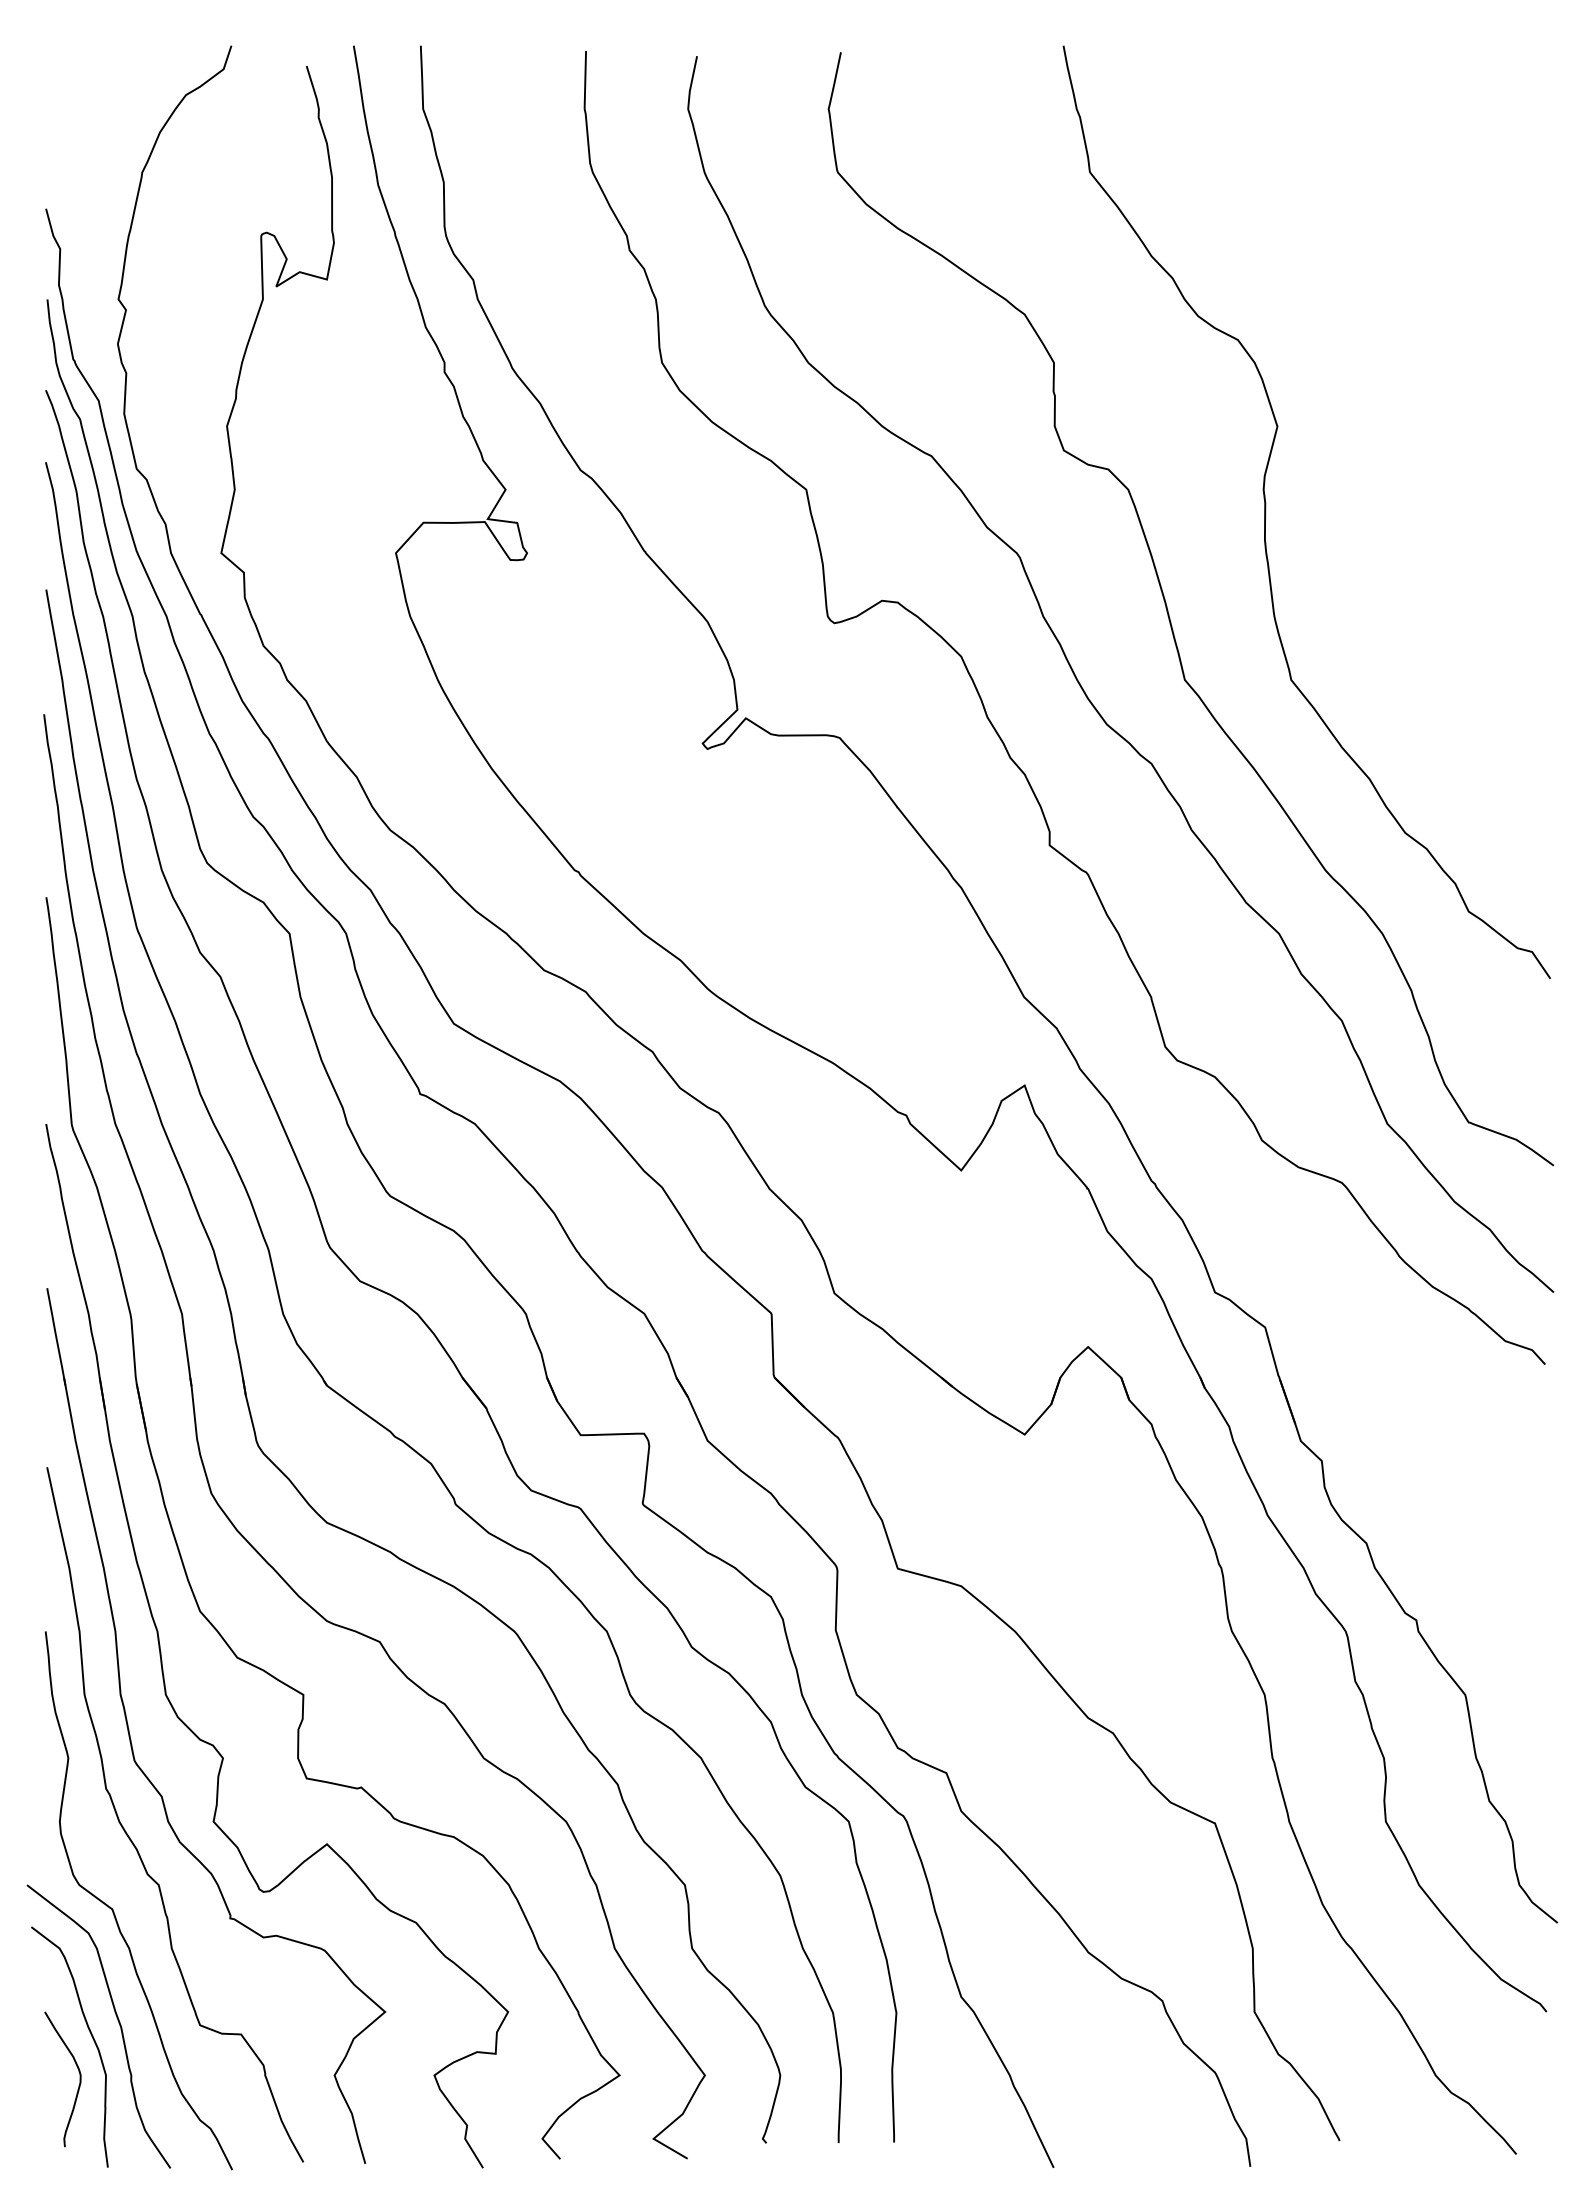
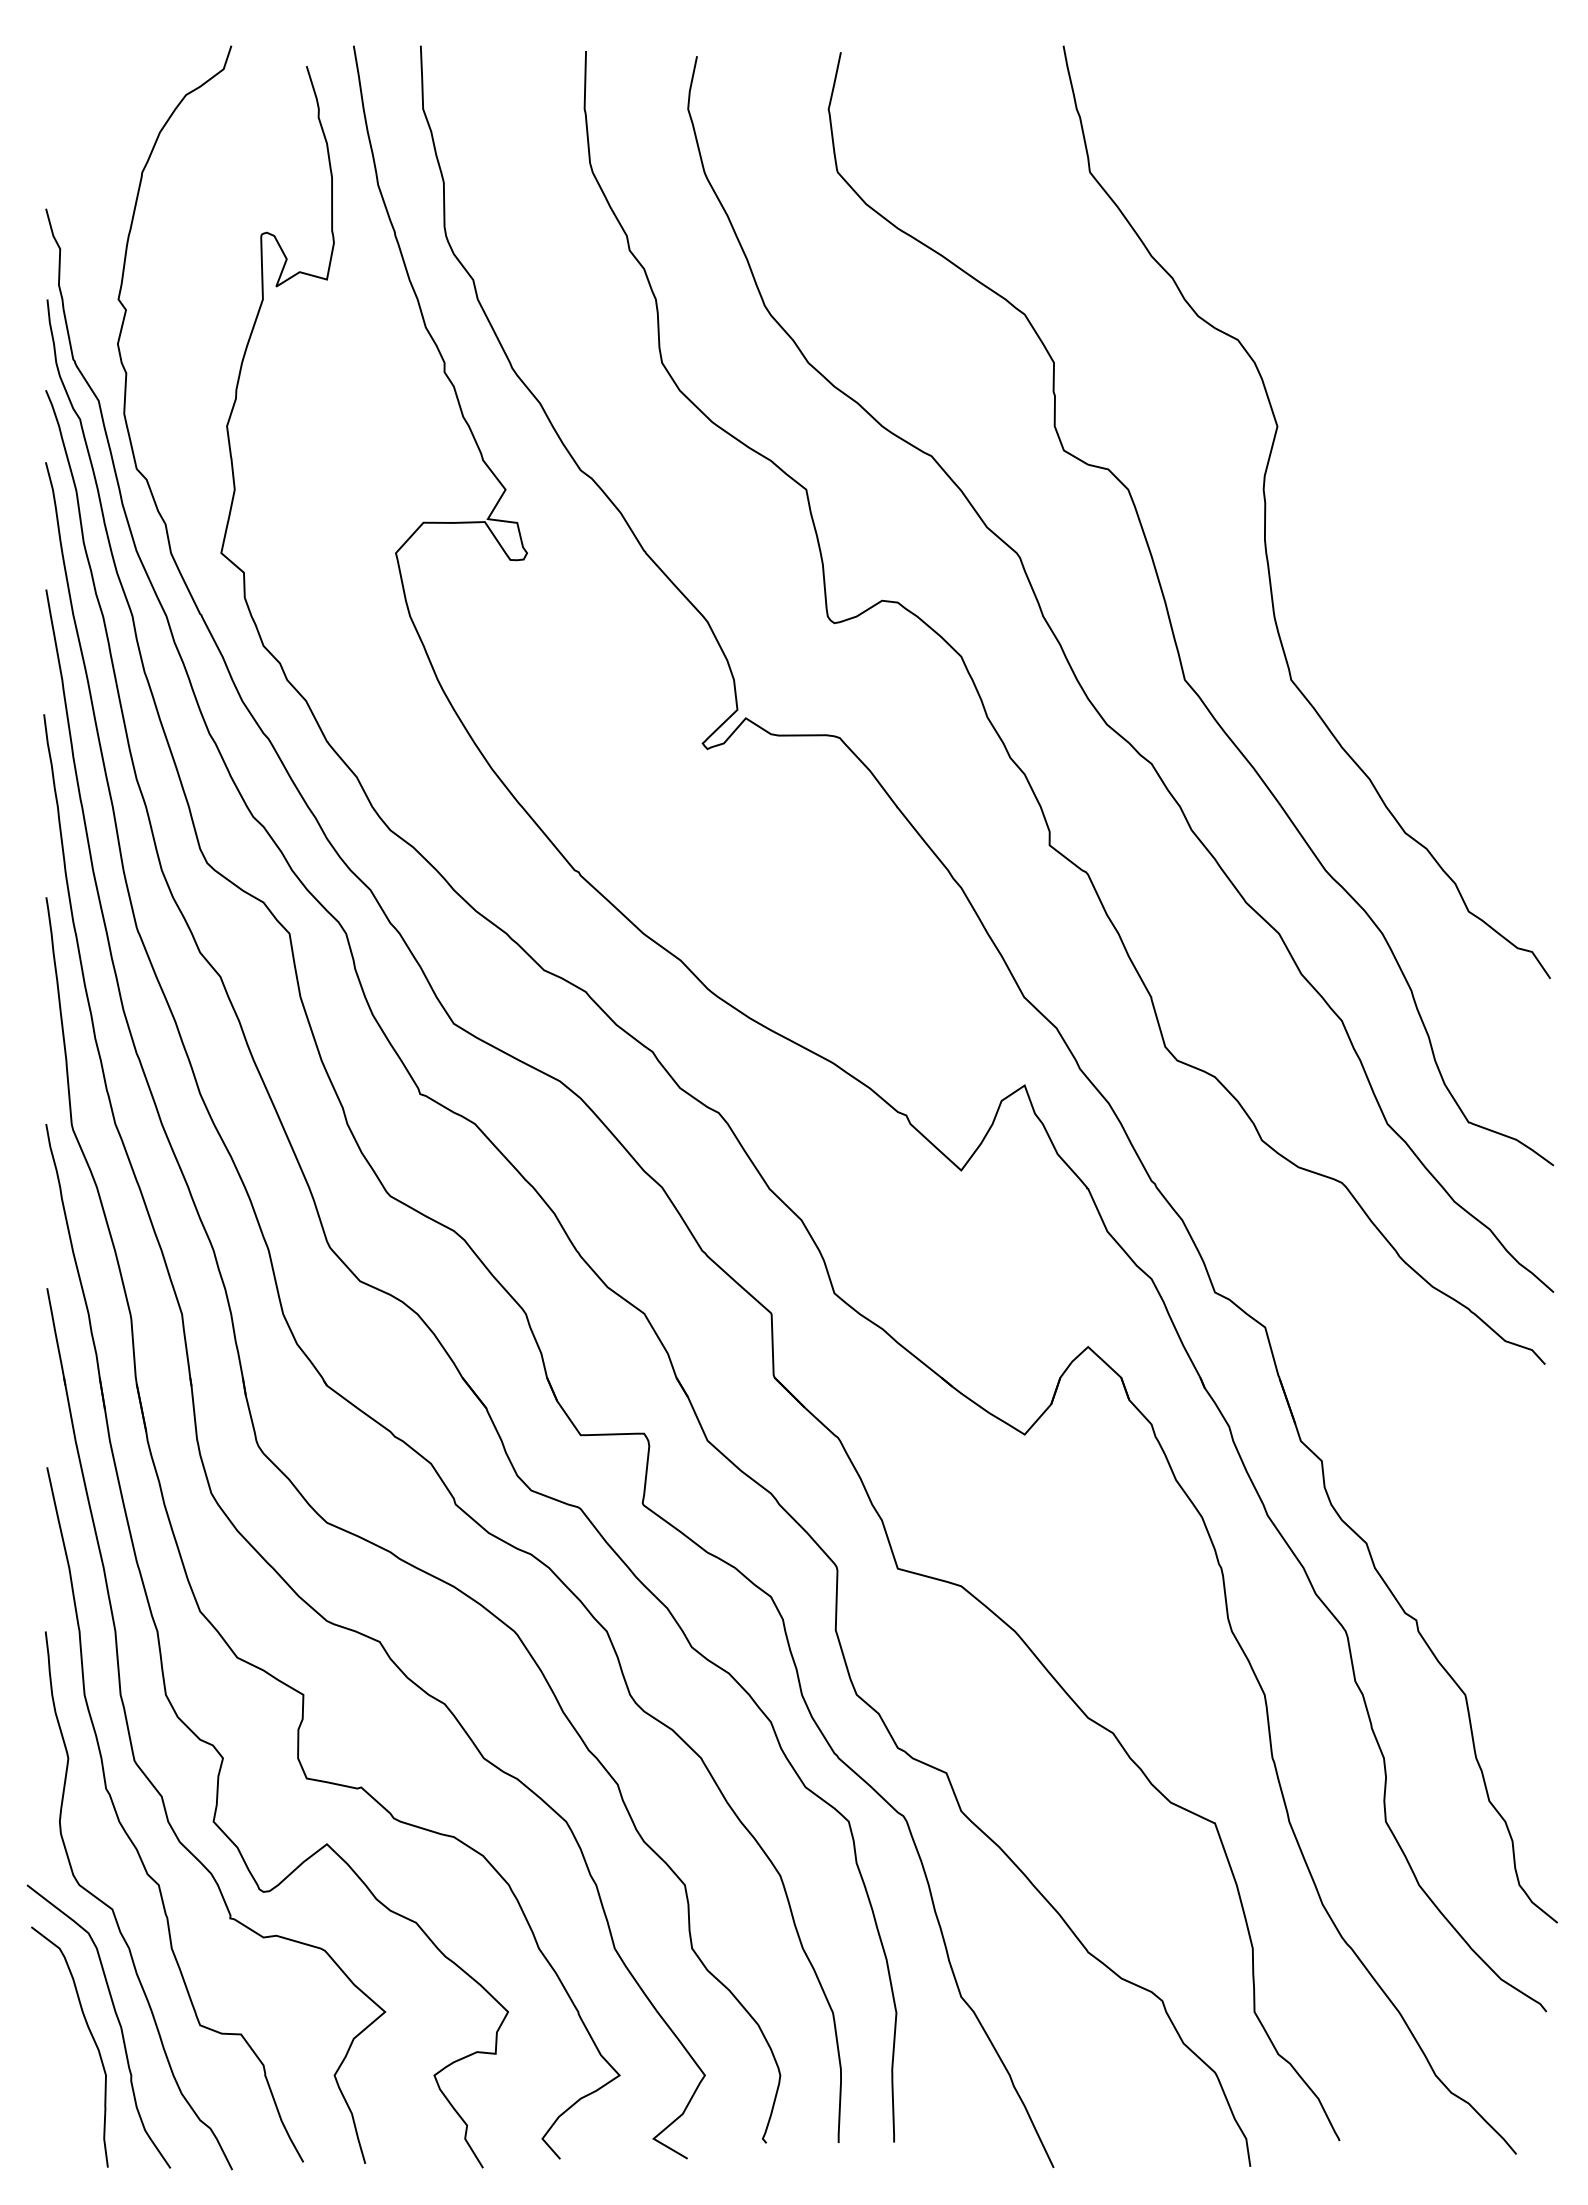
curve at (79, 2079): present -> none
